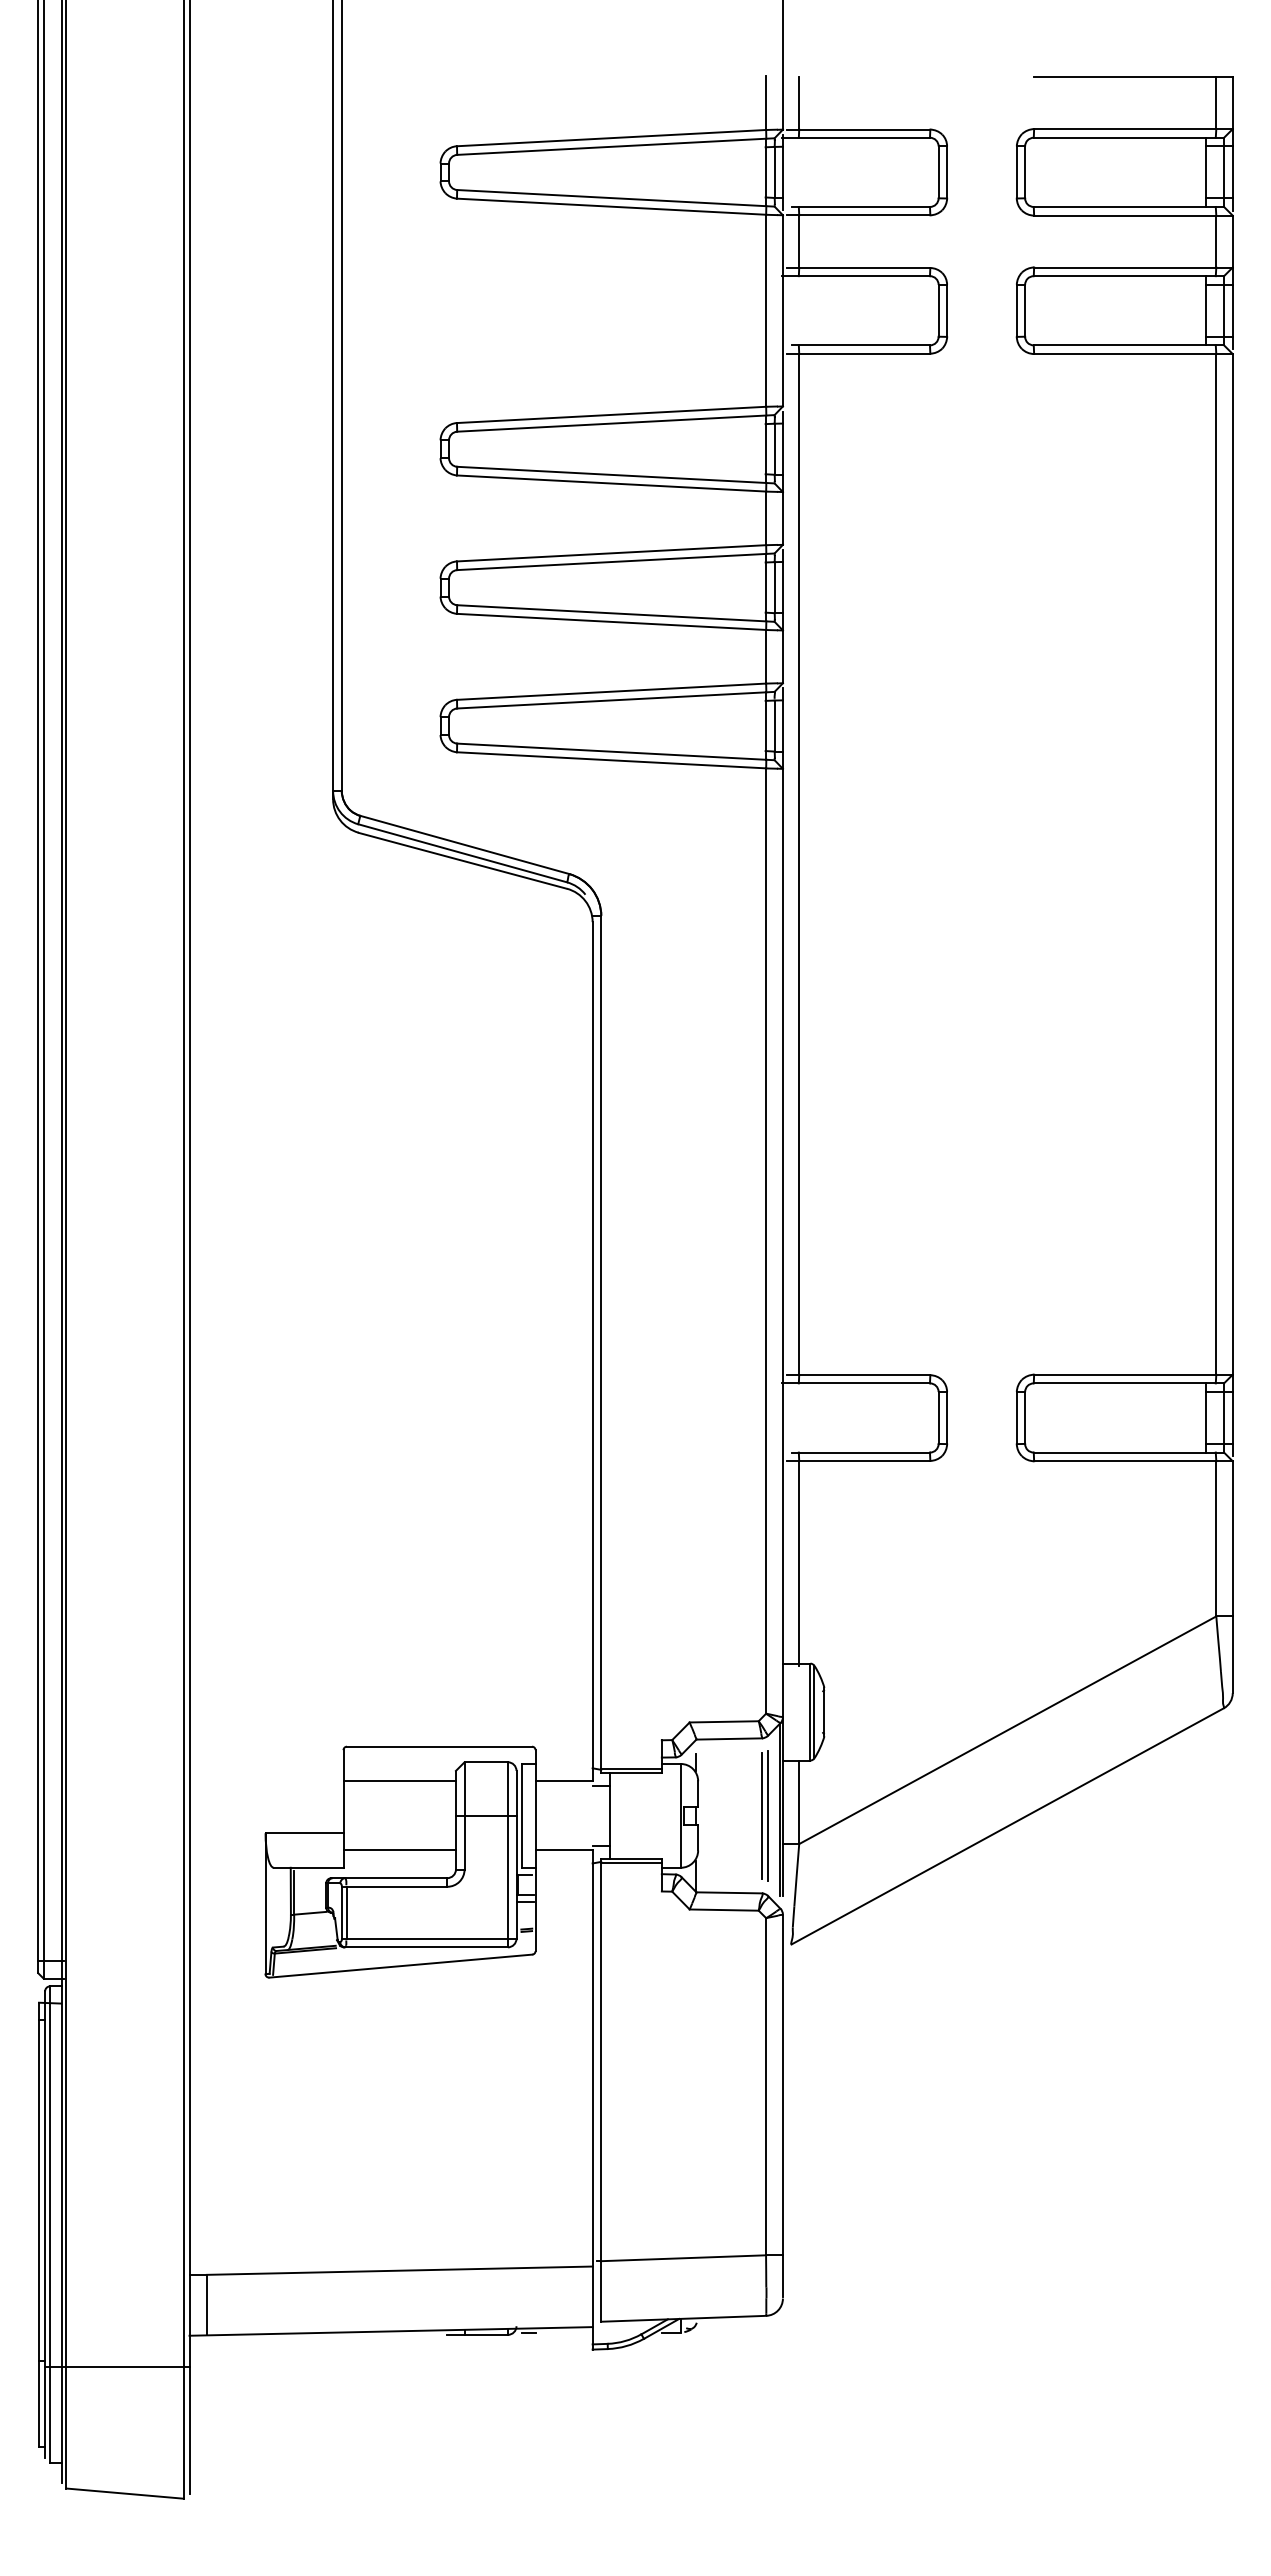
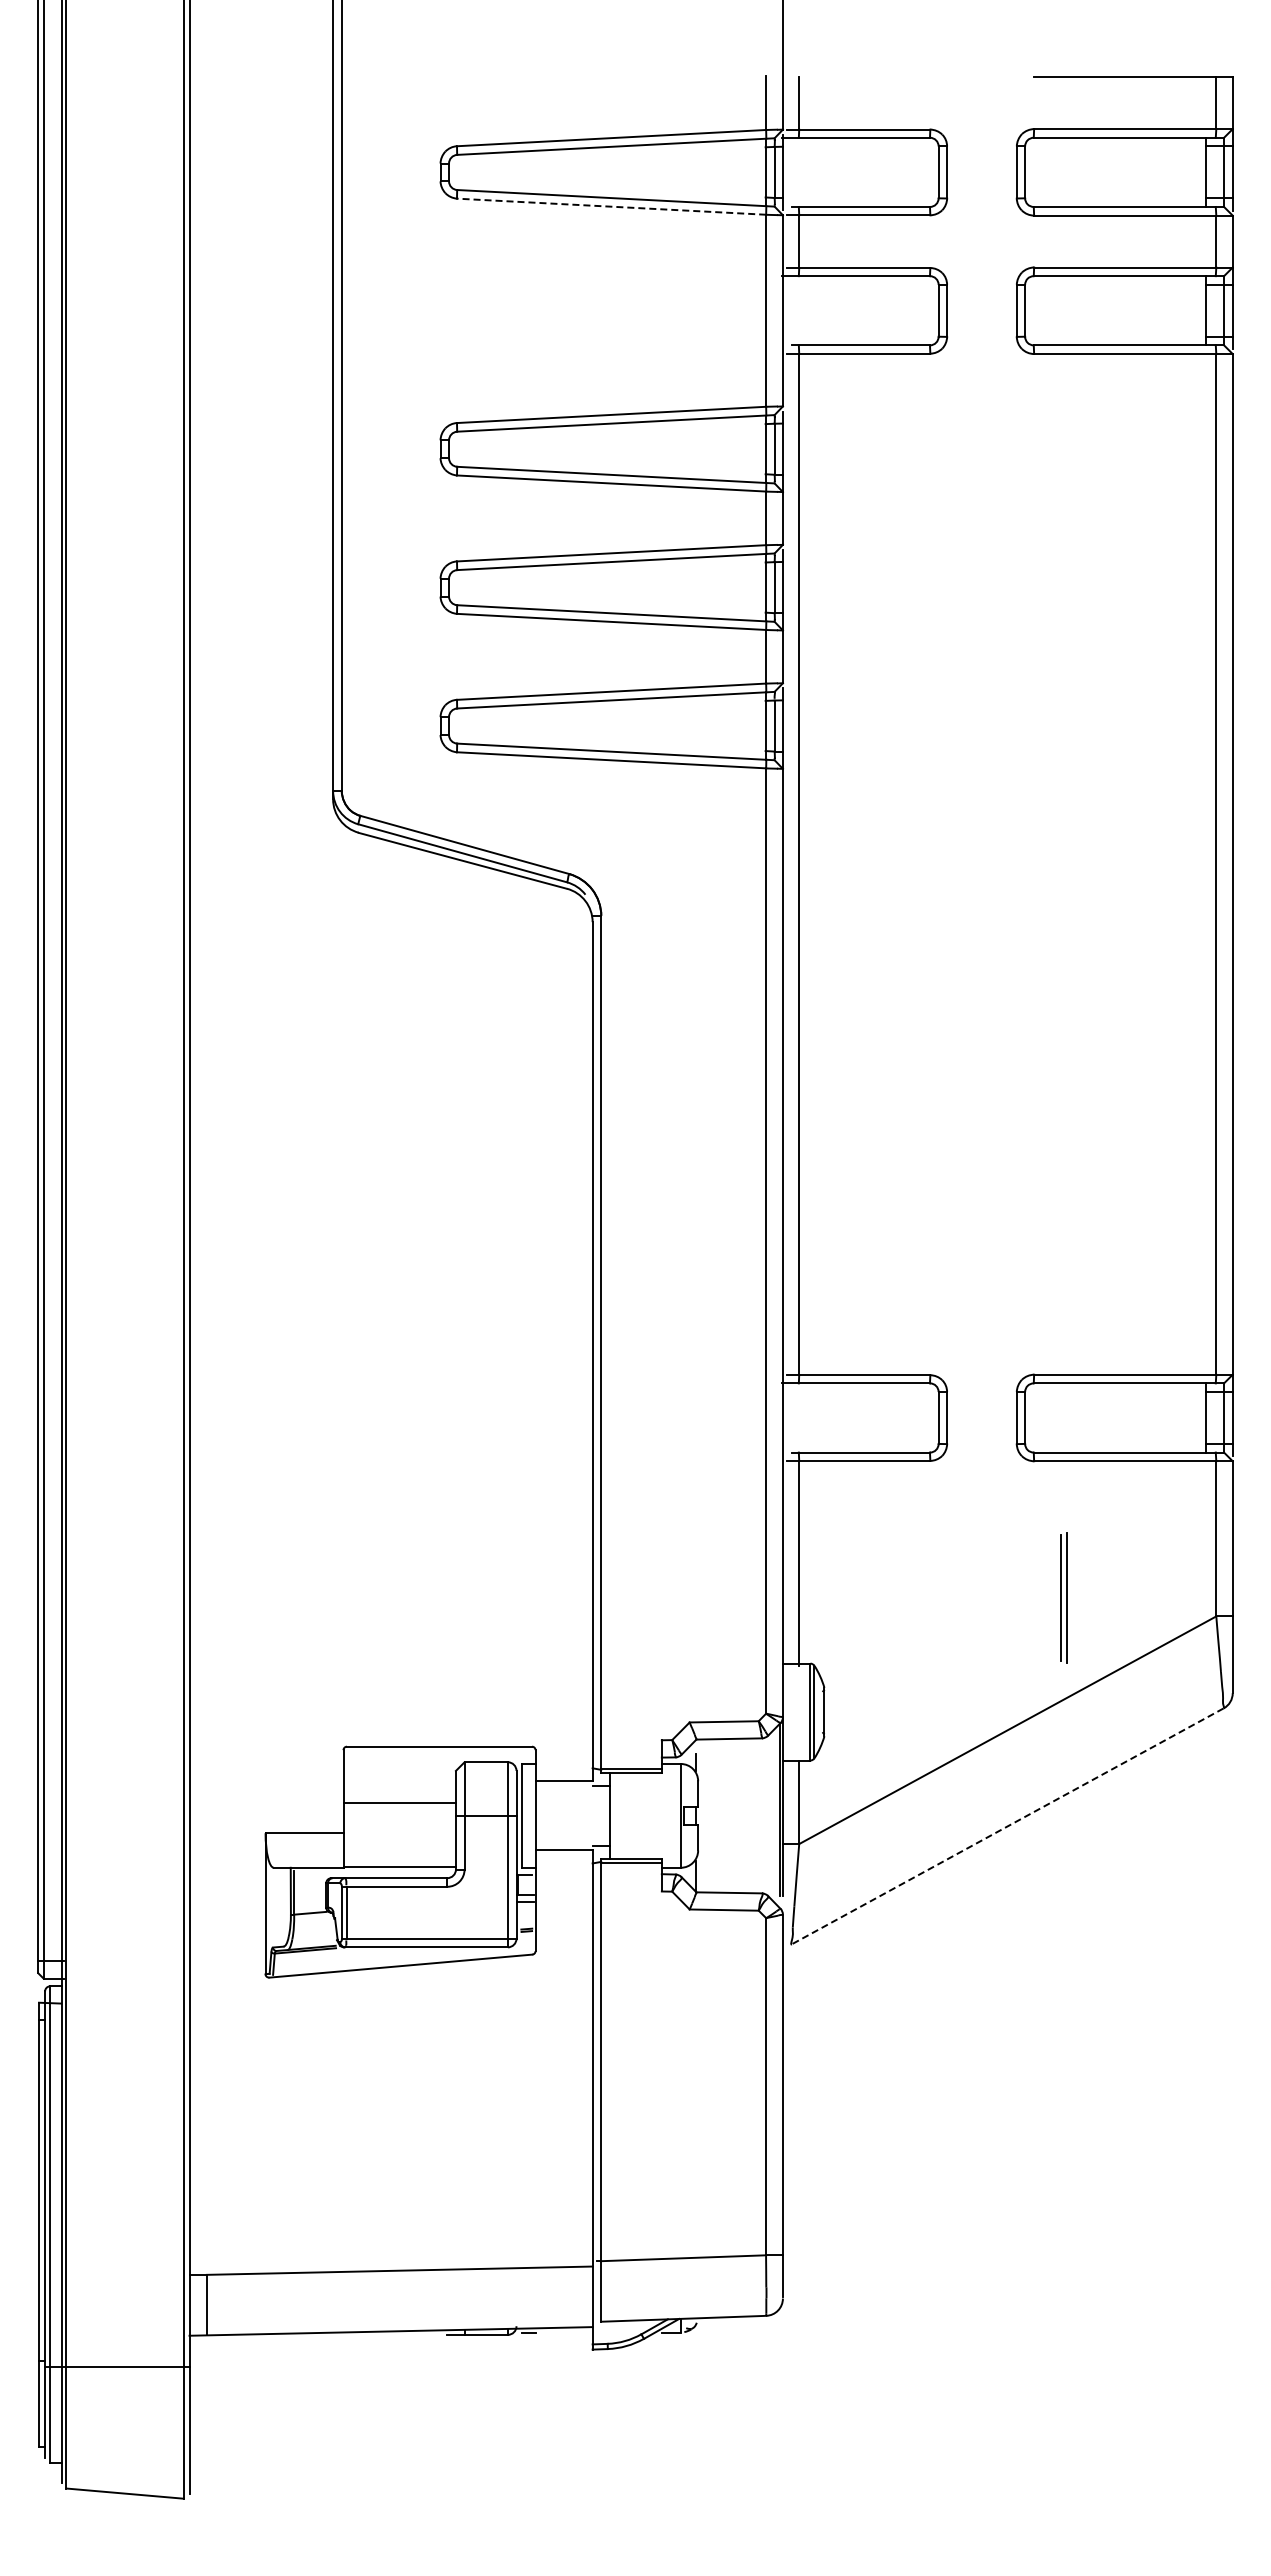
line at (611, 206): solid -> dashed
line at (399, 1781) position: (399, 1781) -> (399, 1803)
part at (764, 1815) position: (764, 1815) -> (1063, 1597)
line at (1007, 1826): solid -> dashed
line at (399, 1850) position: (399, 1850) -> (399, 1867)
